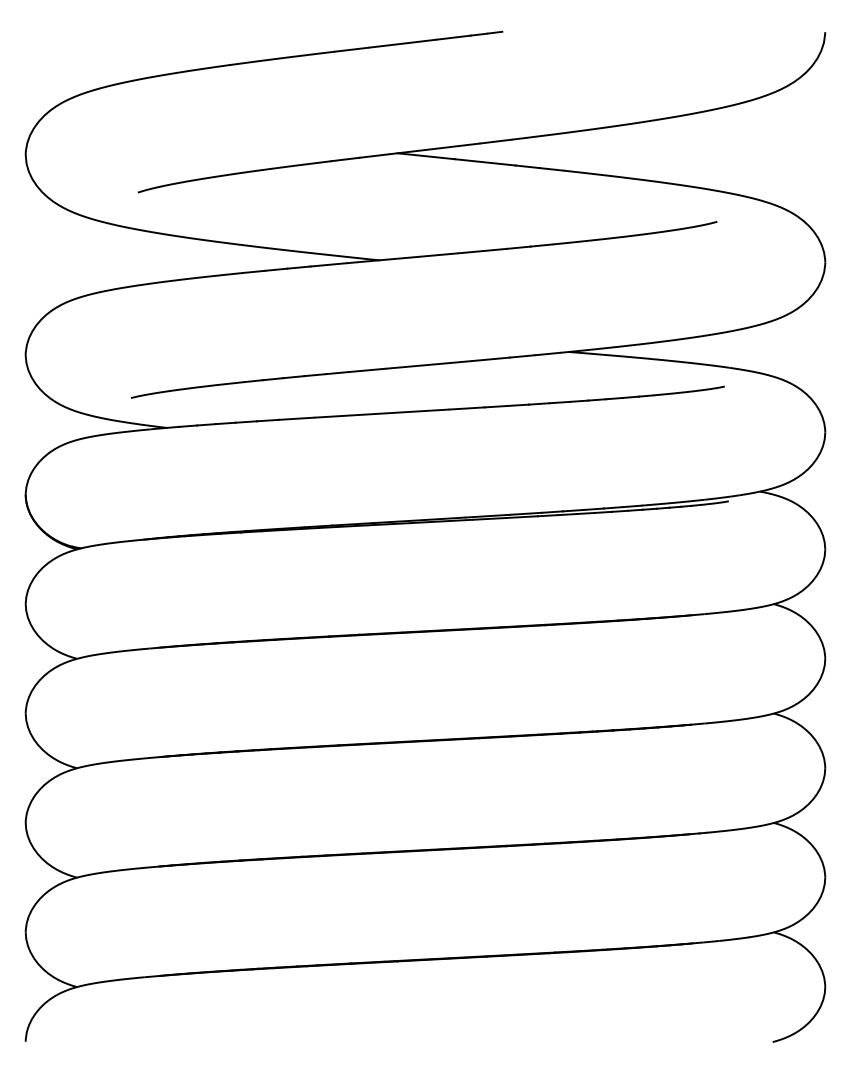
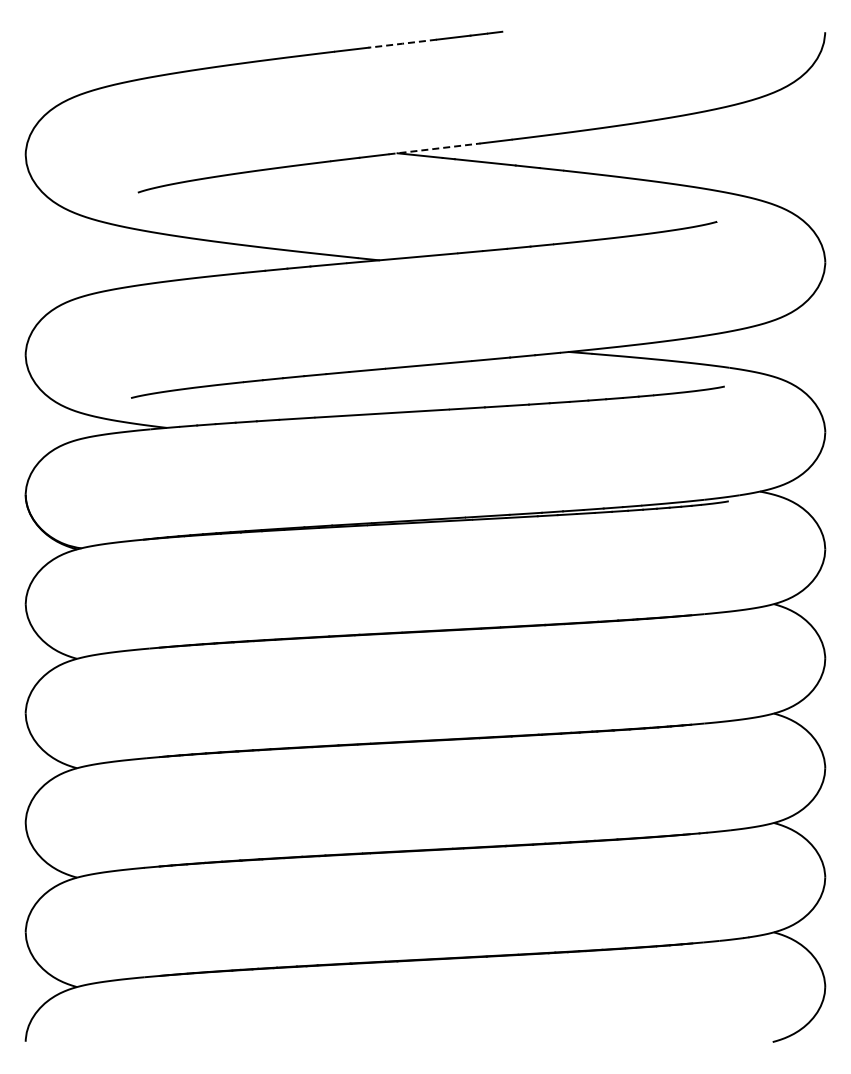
line at (402, 43): solid -> dashed
line at (433, 149): solid -> dashed
